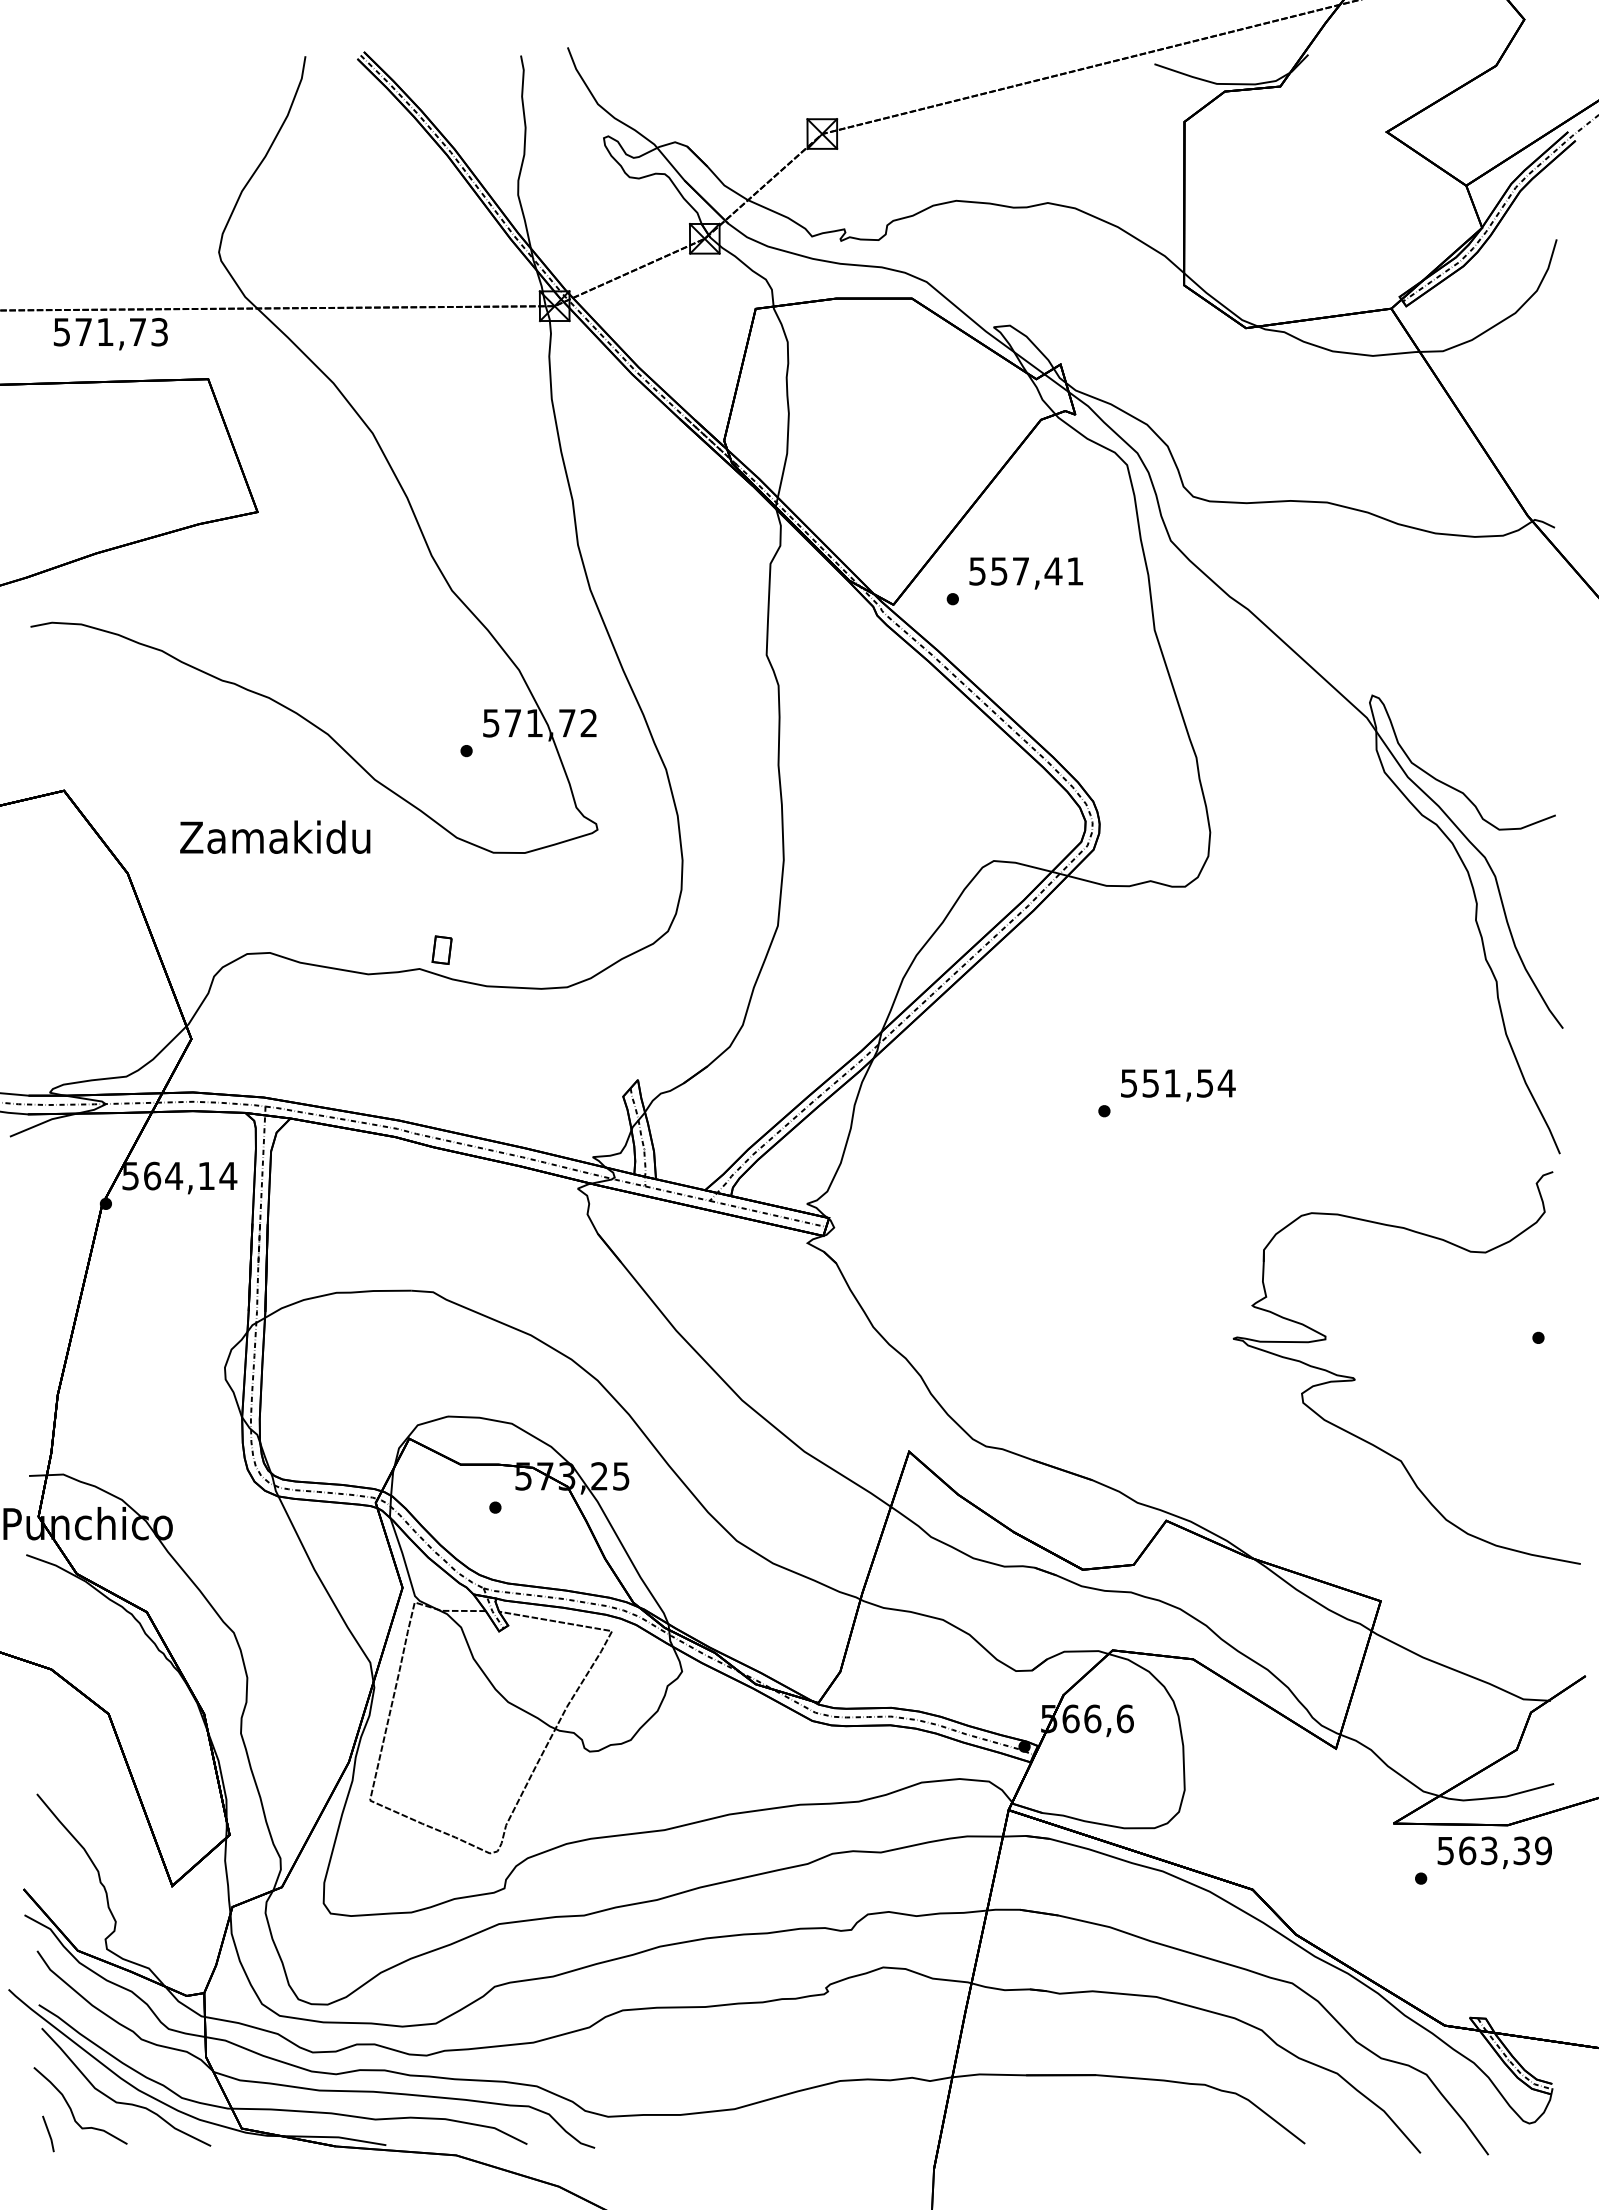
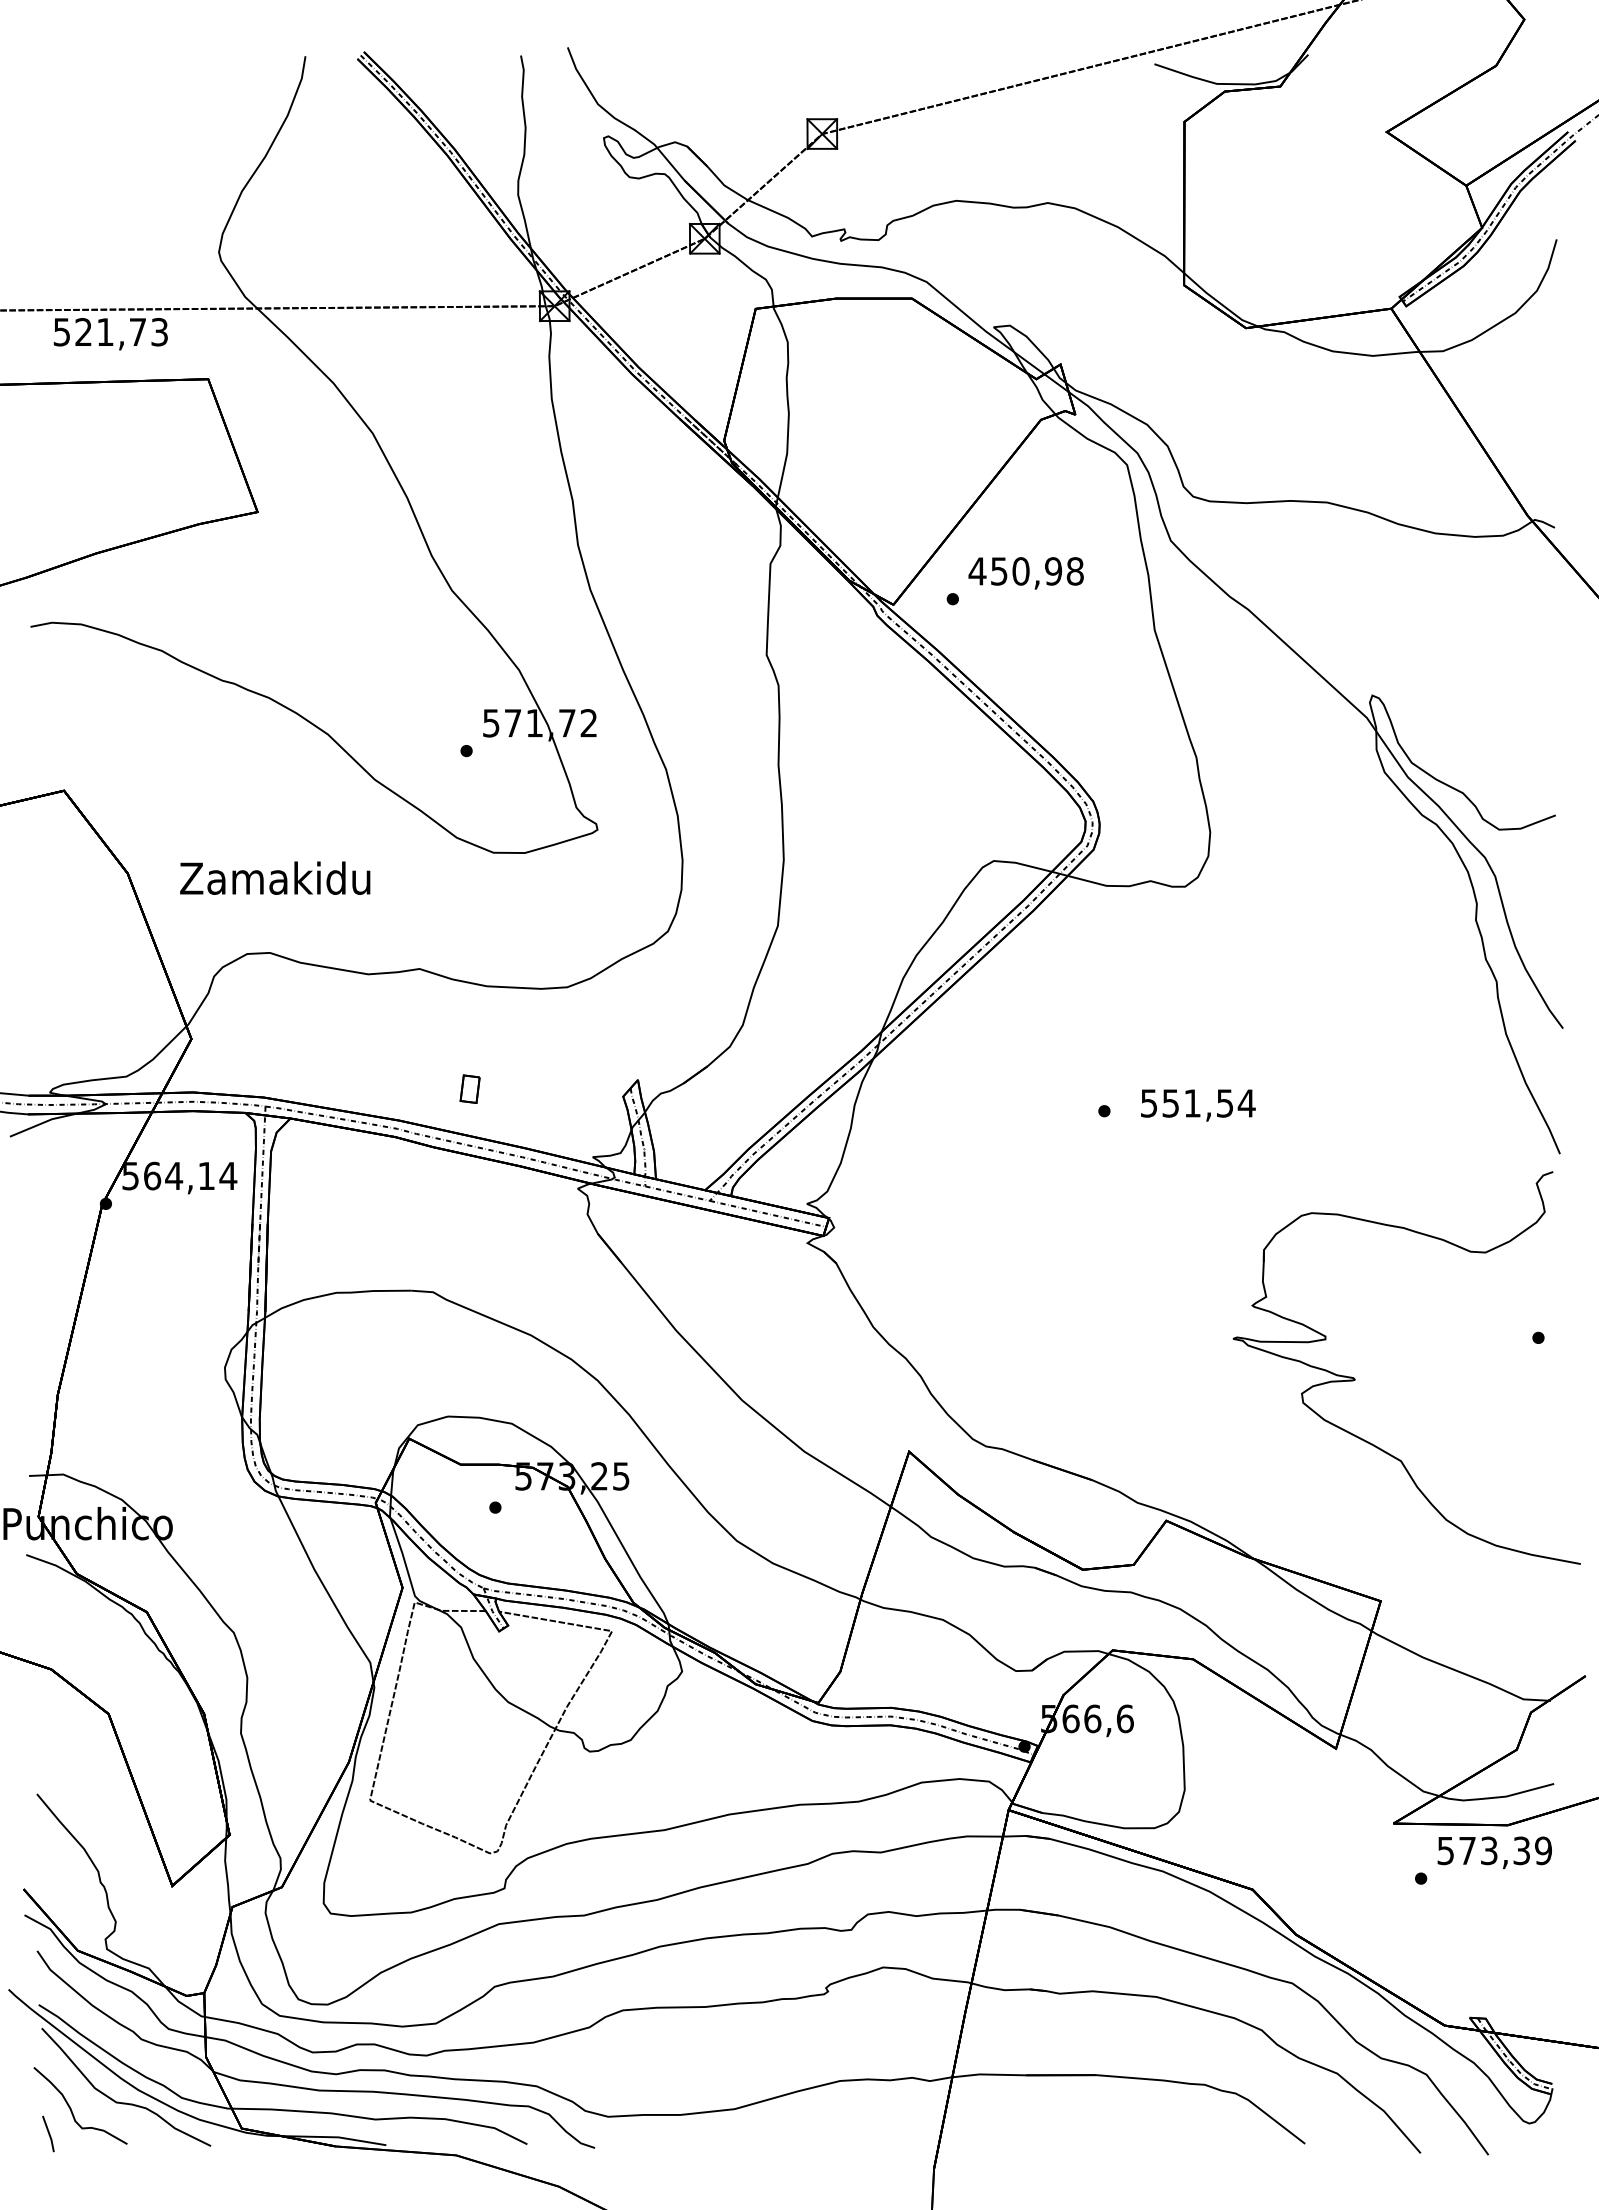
text at (83, 331): 571,73 -> 521,73
text at (1025, 571): 557,41 -> 450,98
text at (275, 836) position: (275, 836) -> (275, 877)
part at (441, 949) position: (441, 949) -> (469, 1088)
text at (1178, 1085) position: (1178, 1085) -> (1198, 1105)
text at (1467, 1850): 563,39 -> 573,39
